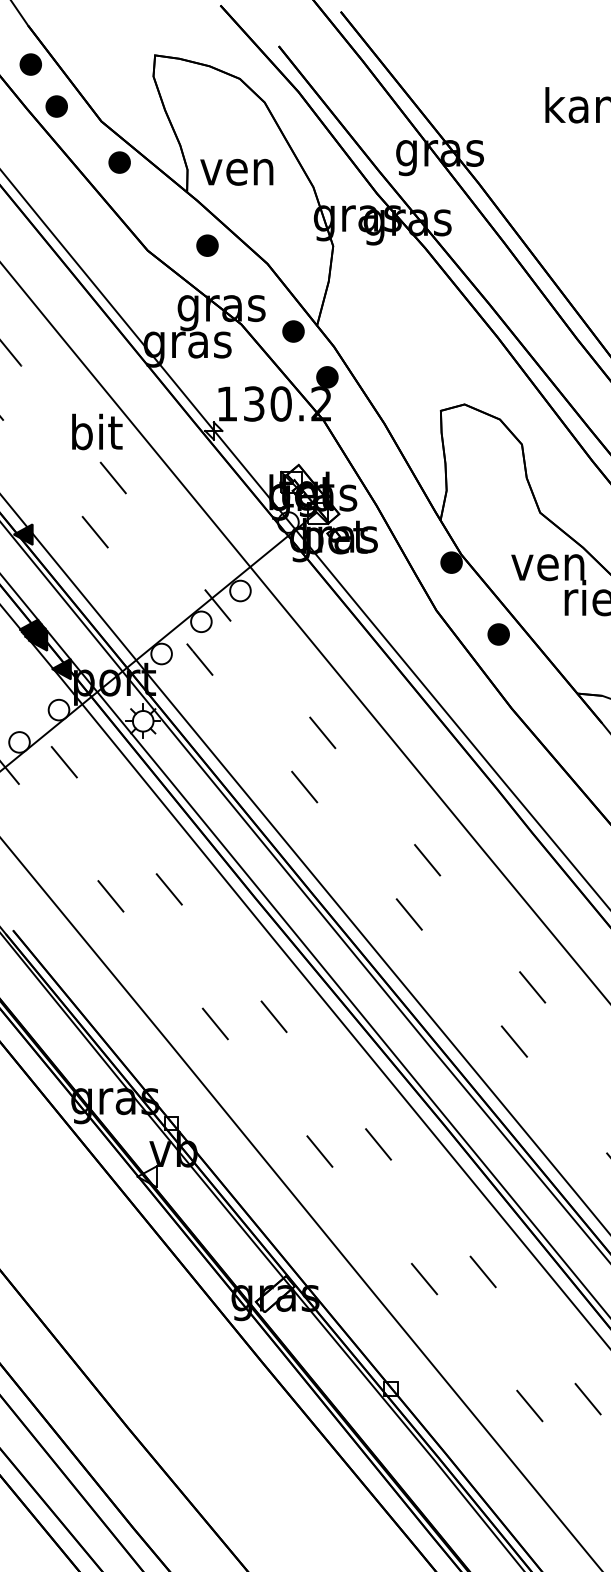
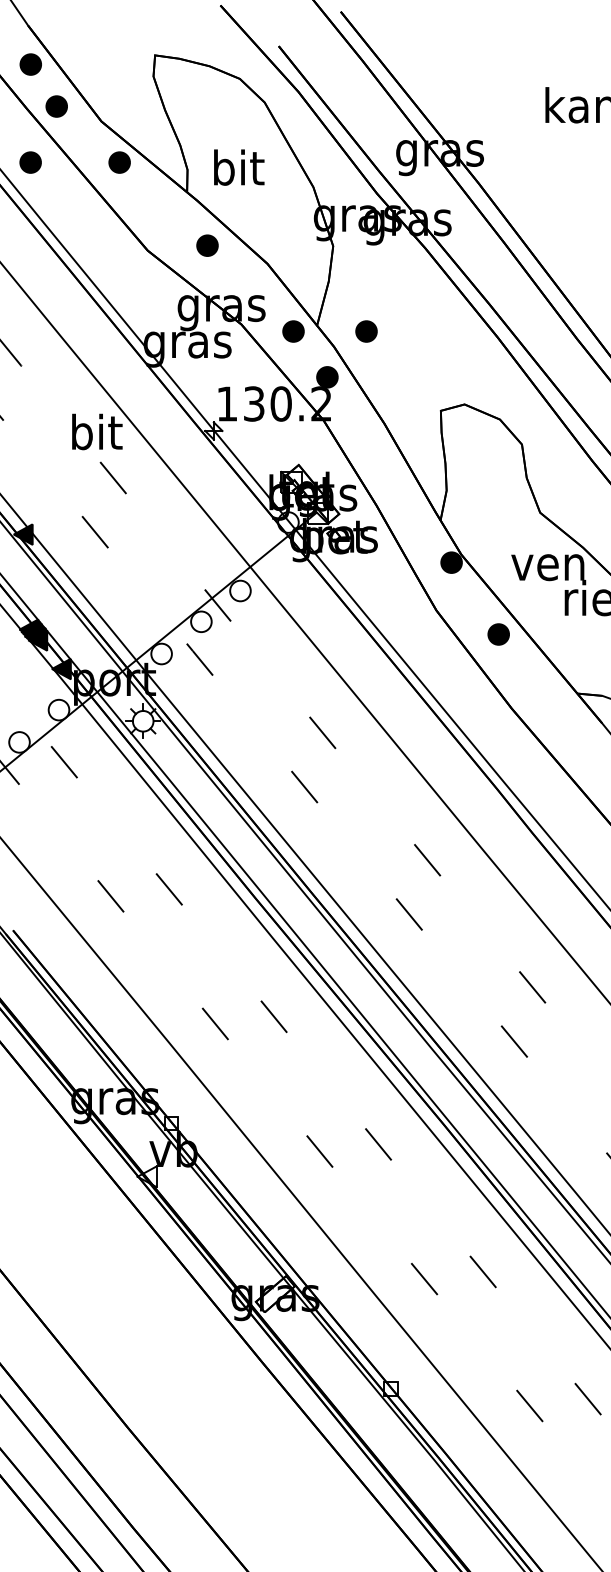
part at (30, 162): none -> present
text at (236, 167): ven -> bit
part at (366, 331): none -> present
